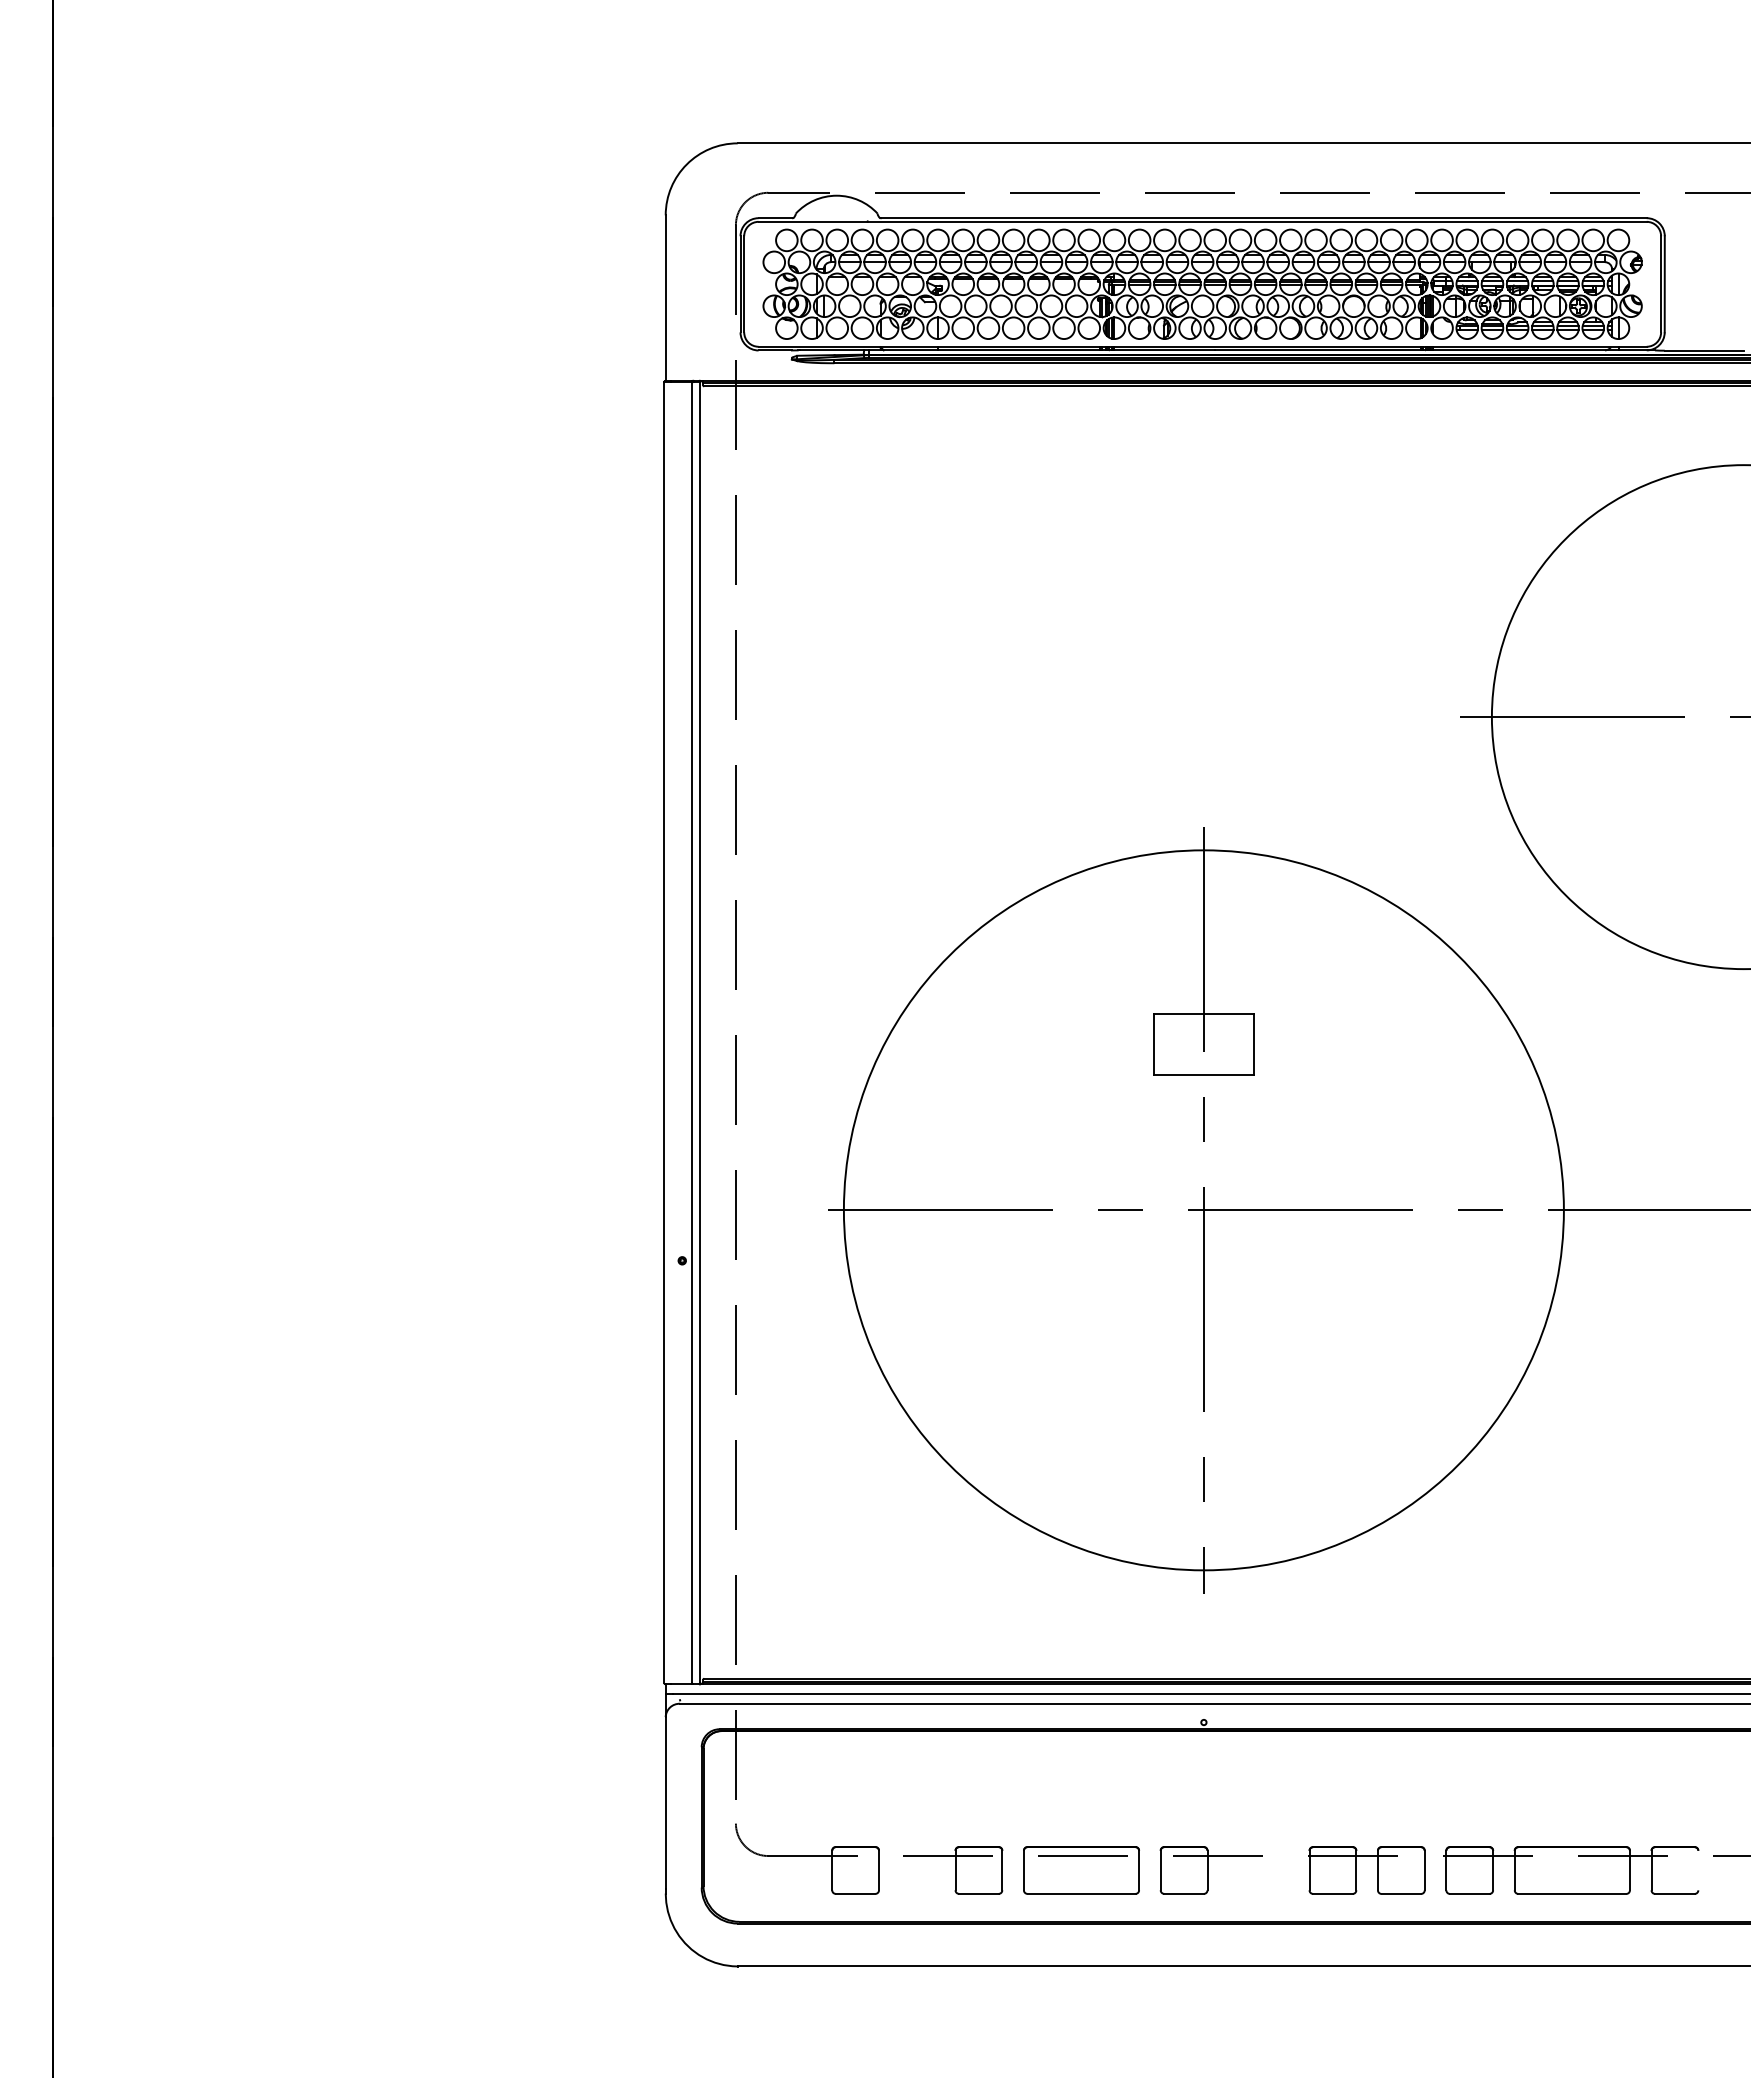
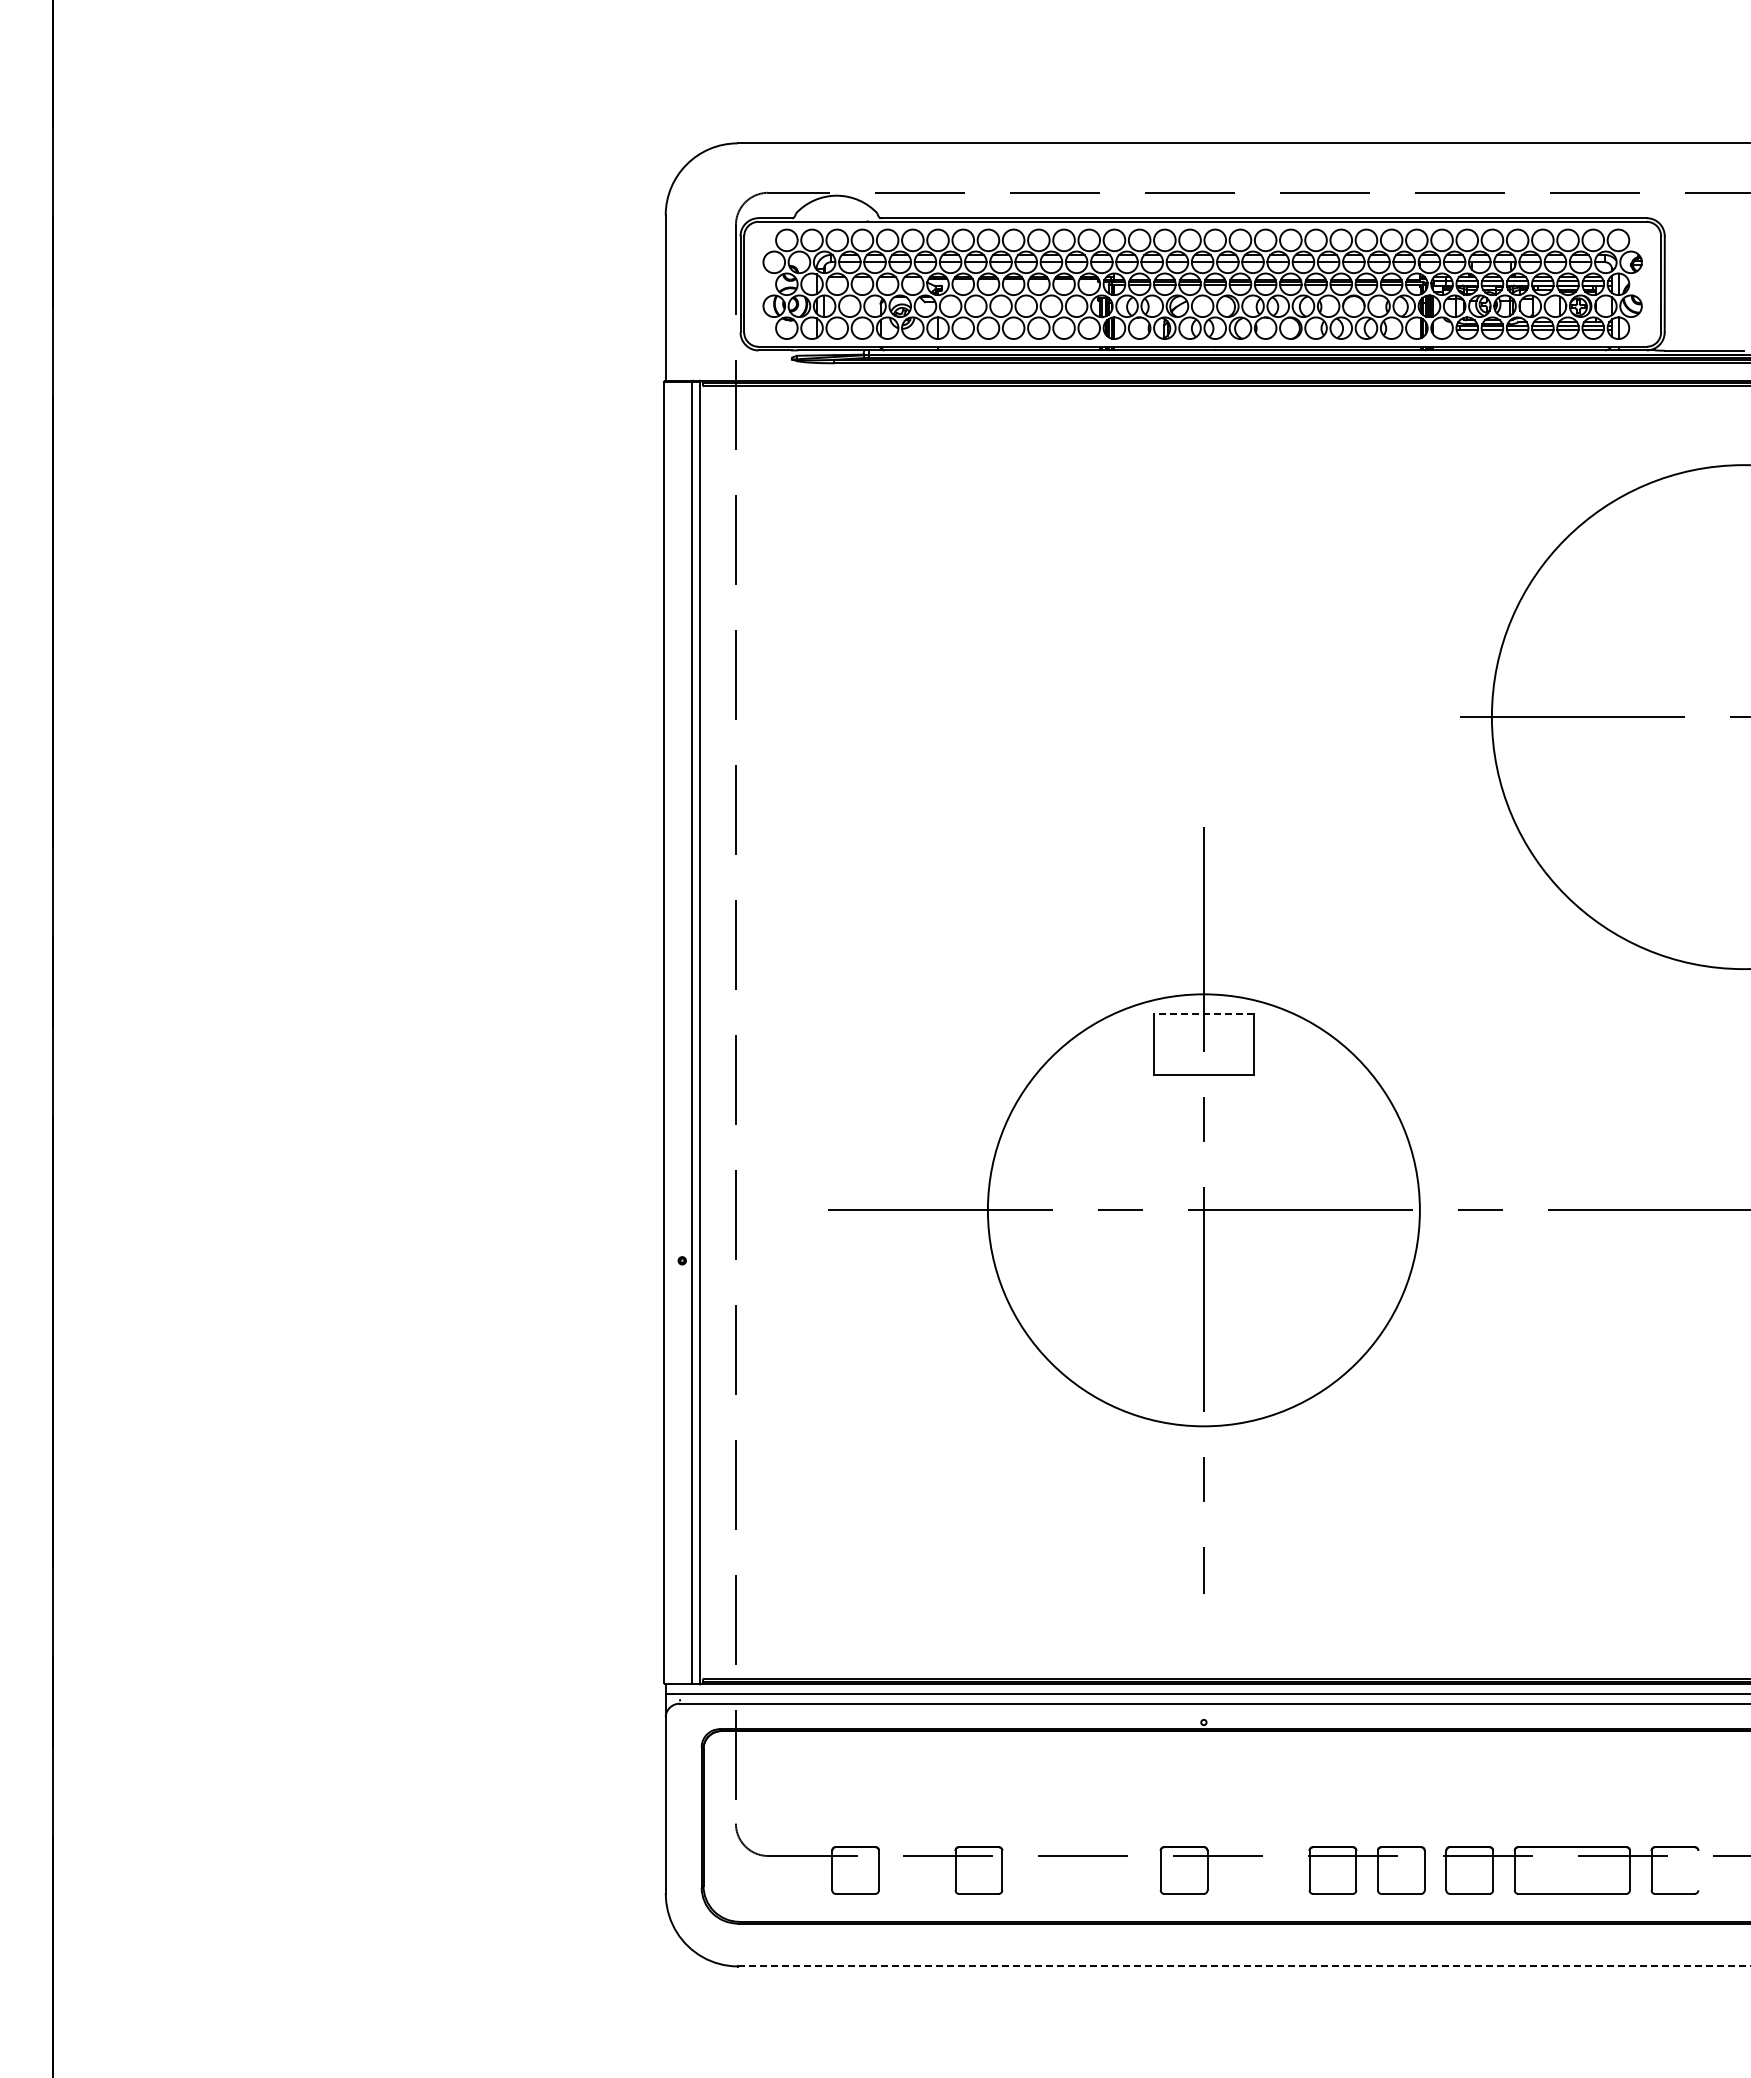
line at (1203, 1014): solid -> dashed
circle at (1203, 1210) diameter: 720 px -> 432 px
part at (1081, 1870): present -> none
line at (1244, 1966): solid -> dashed
